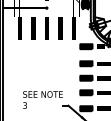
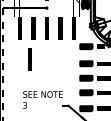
line at (29, 59): none -> present
line at (2, 61): solid -> dashed
